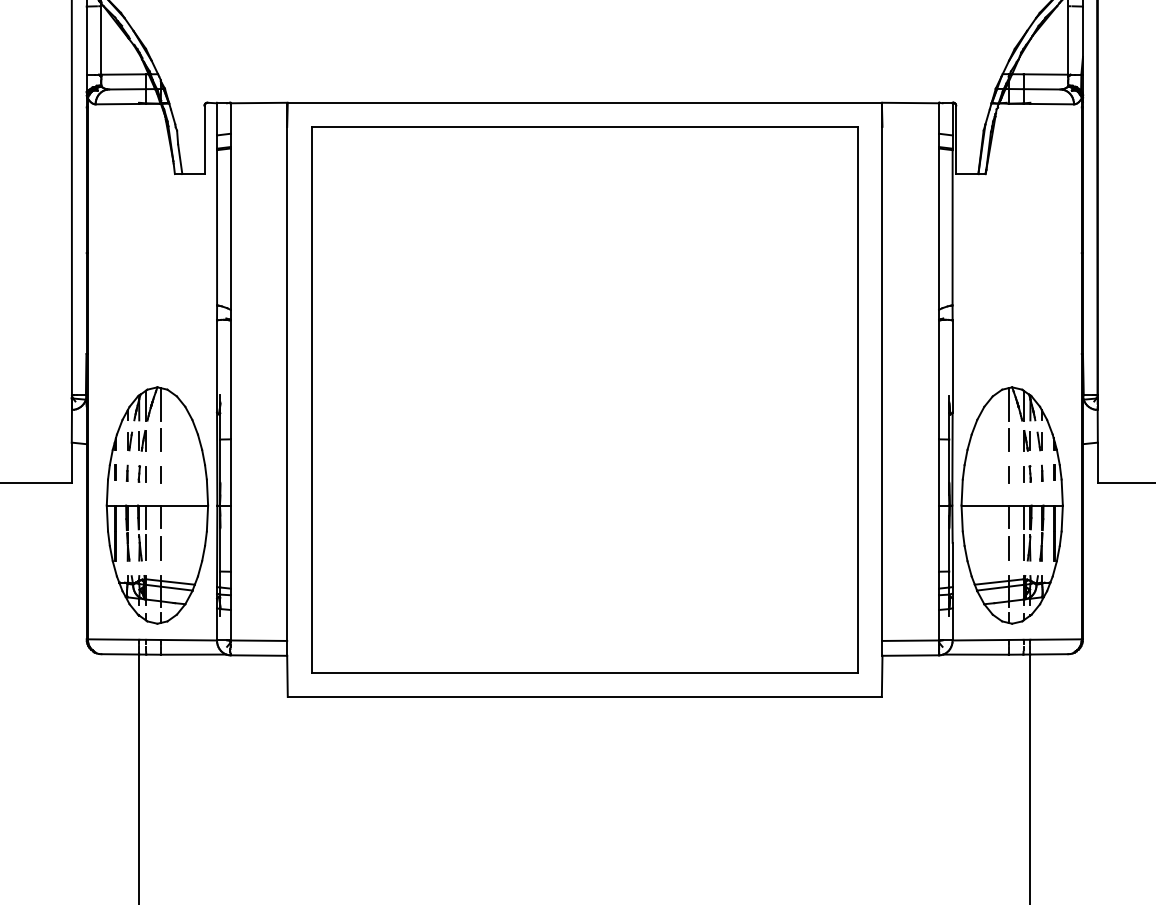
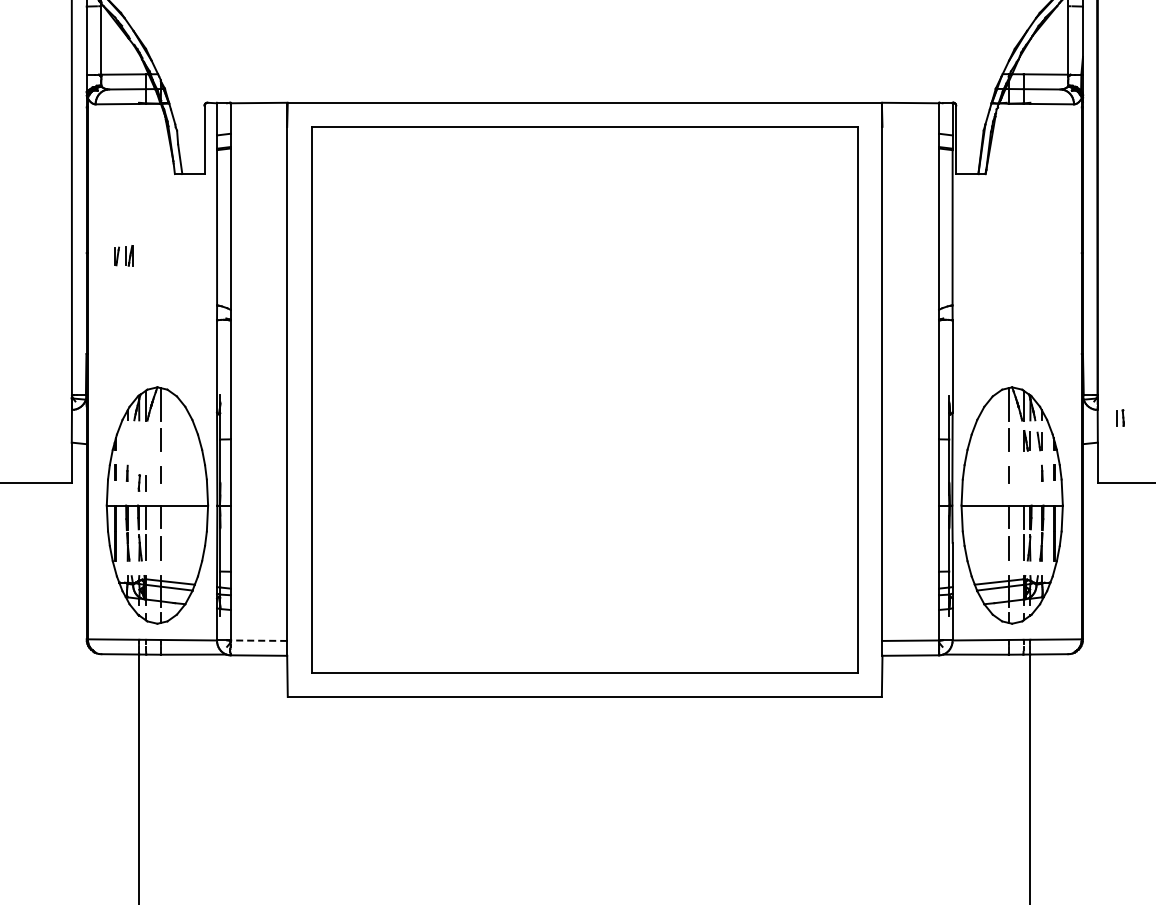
part at (136, 440) position: (136, 440) -> (123, 255)
part at (141, 473) position: (141, 473) -> (141, 482)
part at (1027, 473) position: (1027, 473) -> (1120, 417)
line at (258, 640): solid -> dashed
